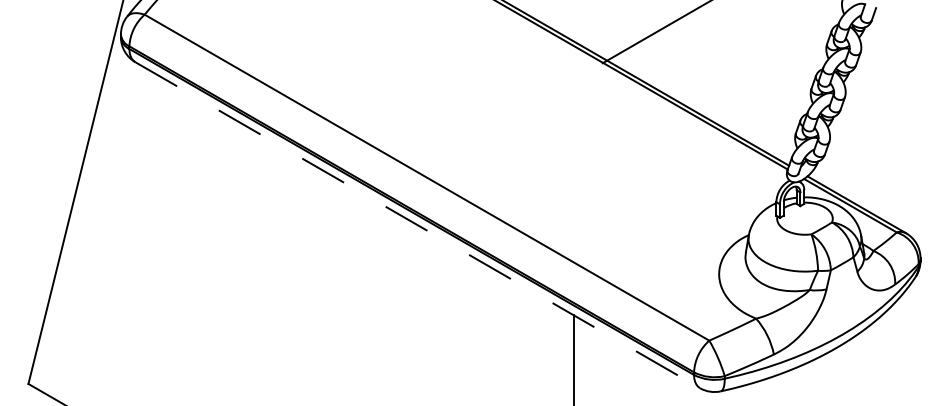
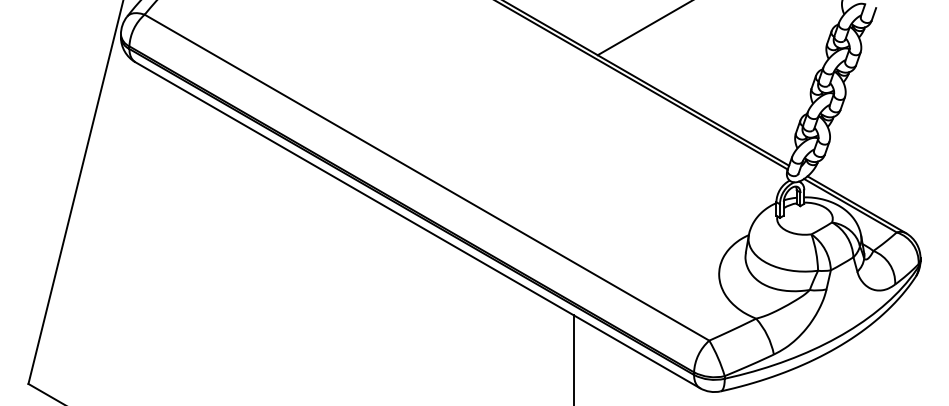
line at (655, 32) position: (655, 32) -> (643, 28)
line at (417, 225): dashed -> solid
